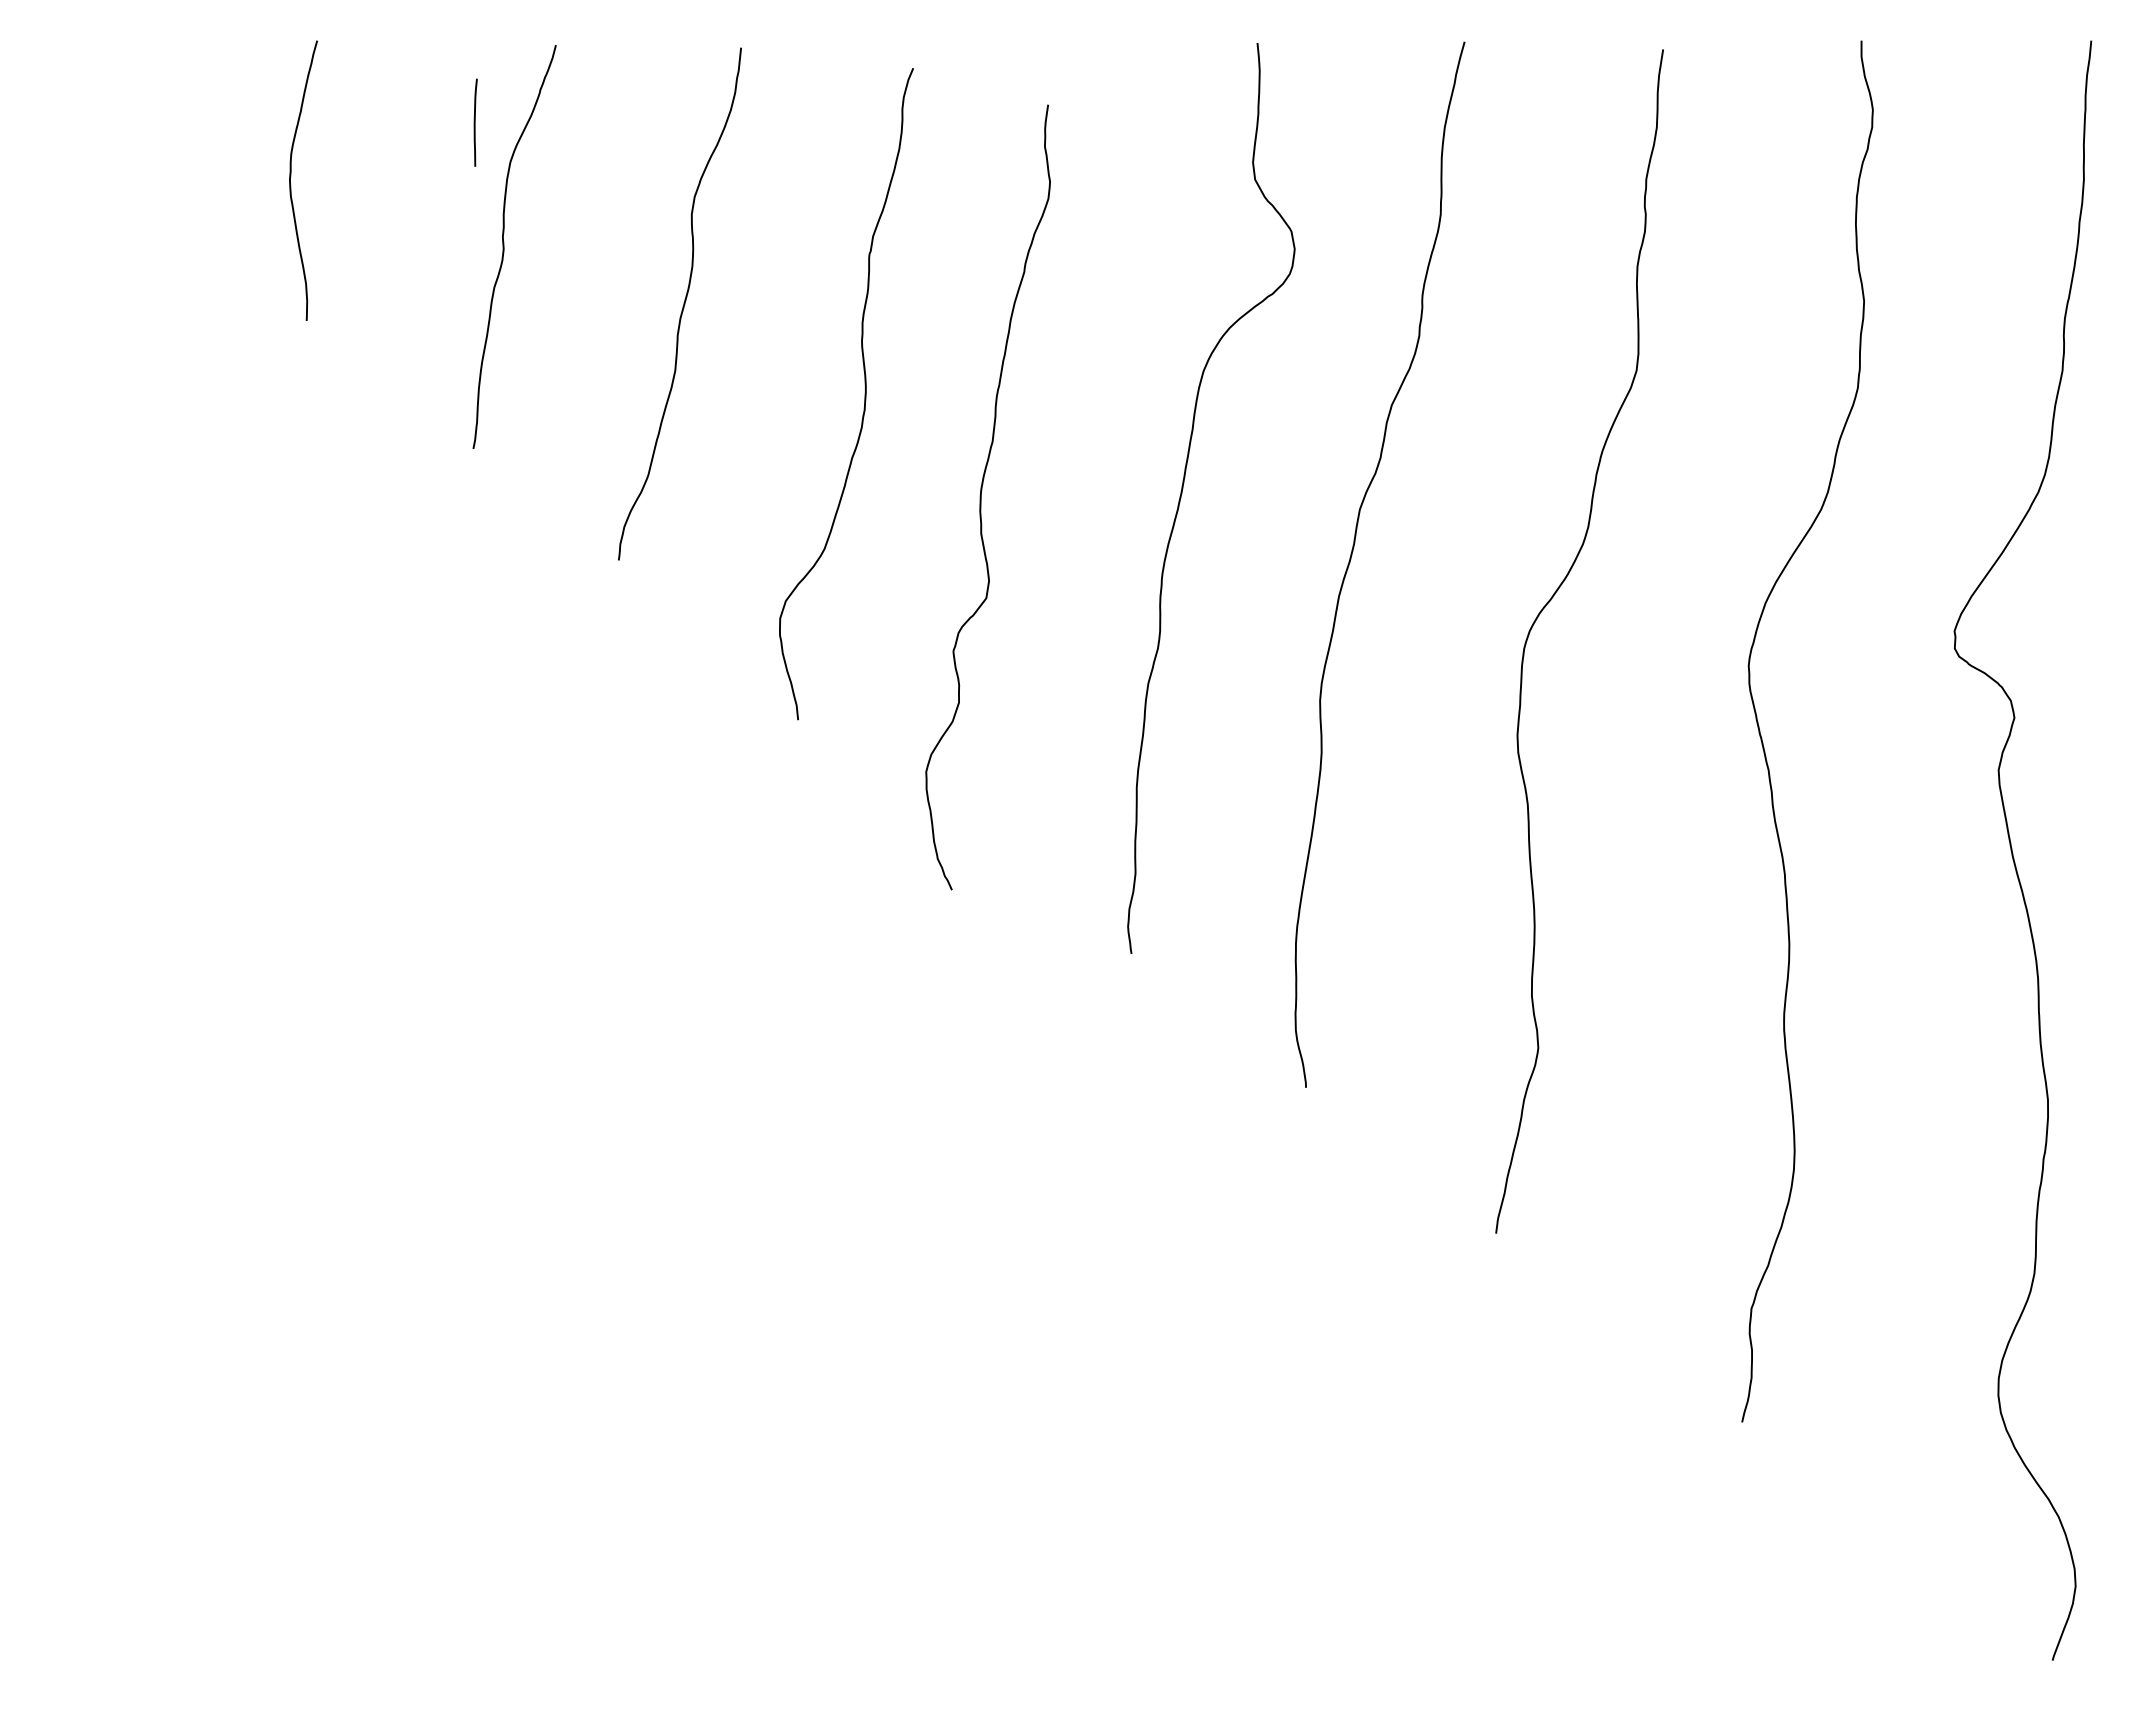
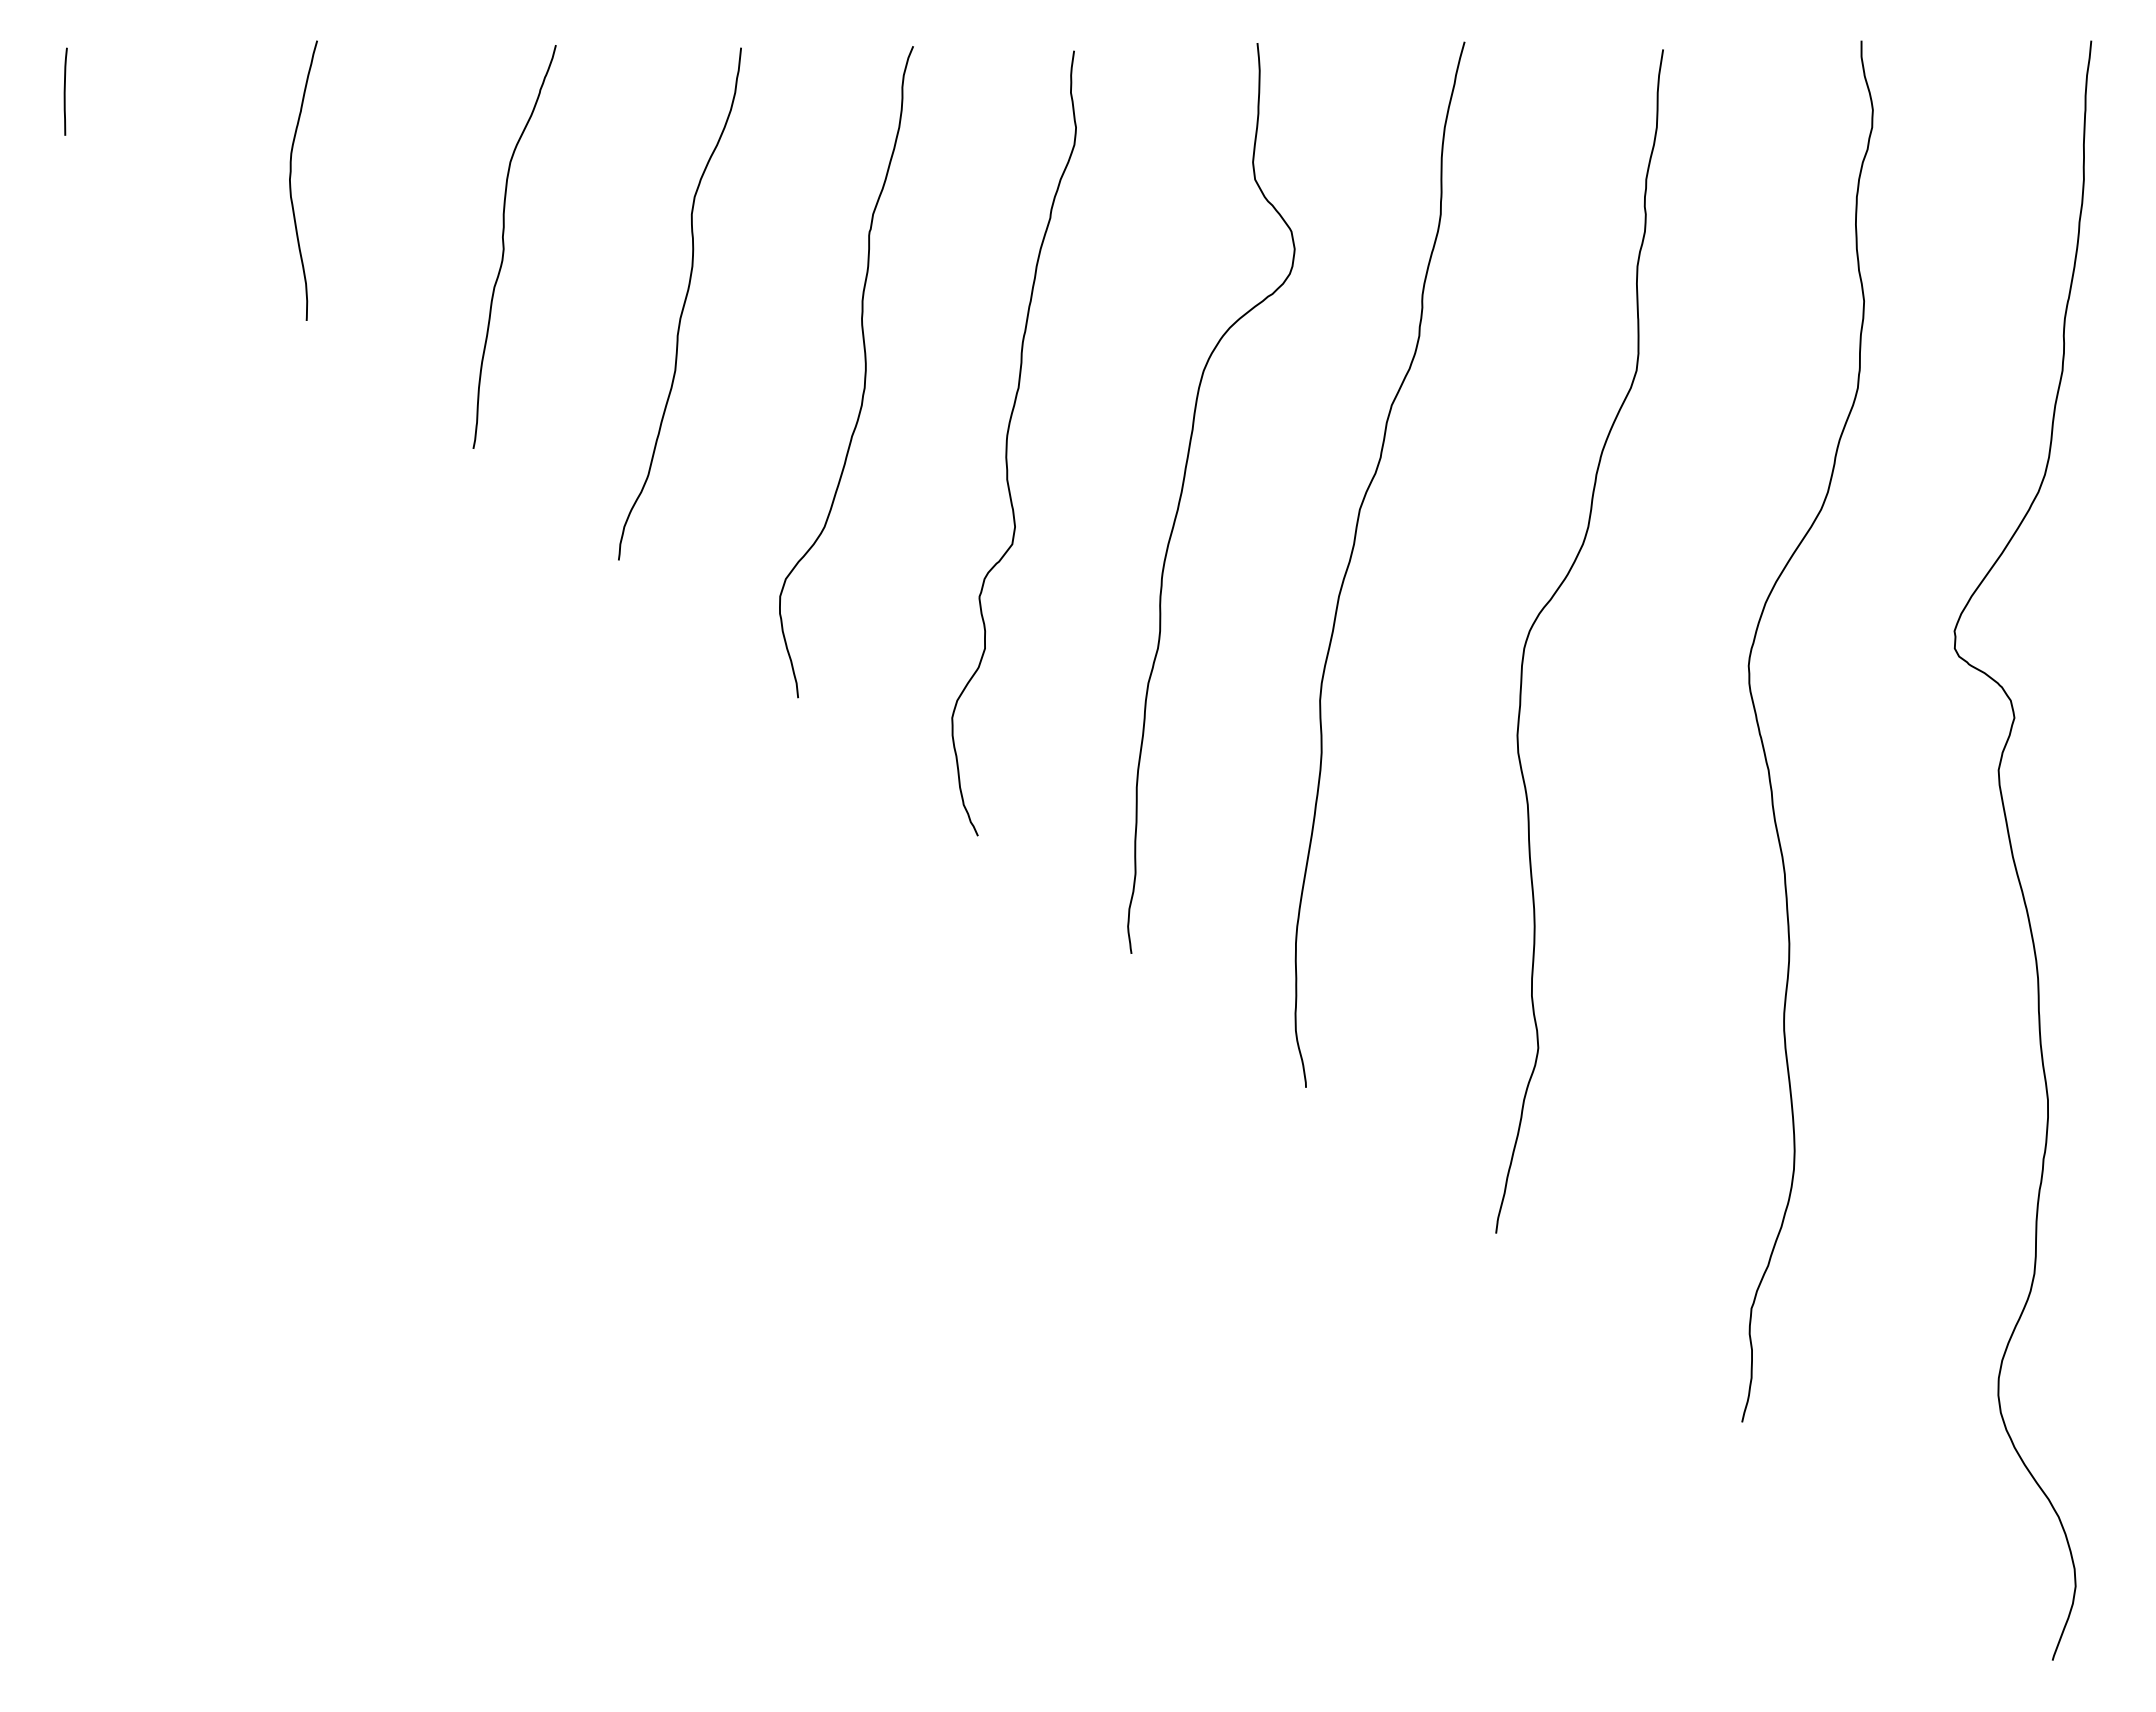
curve at (475, 122) position: (475, 122) -> (65, 91)
curve at (864, 394) position: (864, 394) -> (864, 372)
curve at (981, 497) position: (981, 497) -> (1007, 443)
